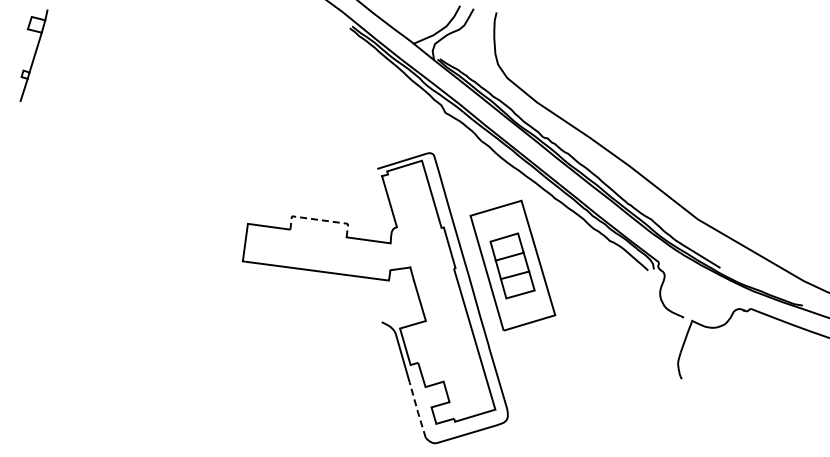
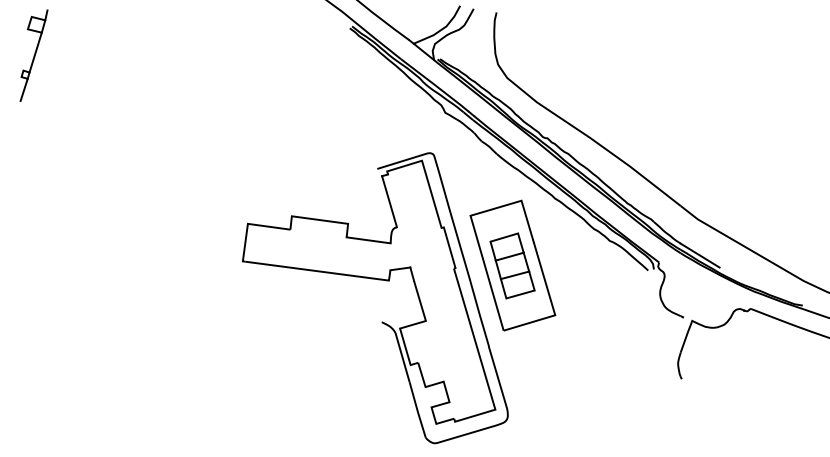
line at (319, 220): dashed -> solid
line at (417, 409): dashed -> solid
